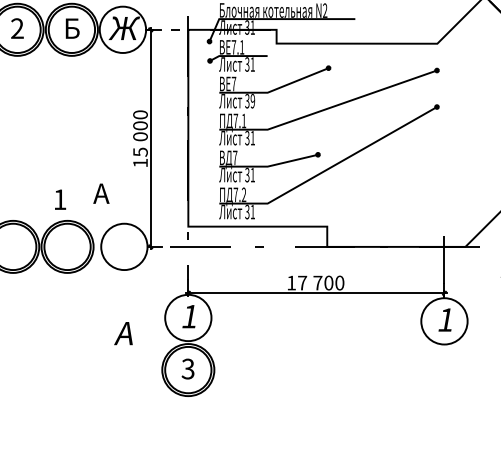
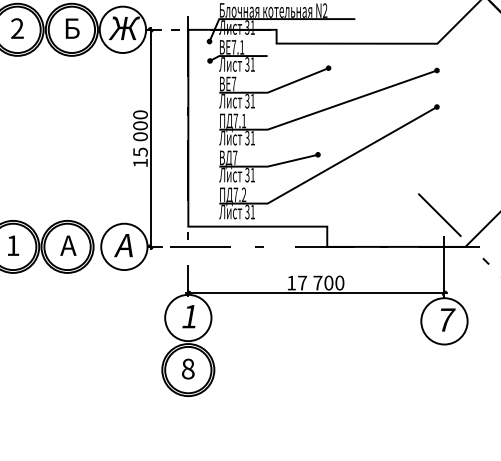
text at (252, 101): 39 -> 31
text at (101, 193) position: (101, 193) -> (68, 245)
text at (60, 199) position: (60, 199) -> (13, 245)
line at (453, 228): none -> present
text at (446, 319): 1 -> 7
text at (123, 333) position: (123, 333) -> (123, 245)
text at (187, 368): 3 -> 8
